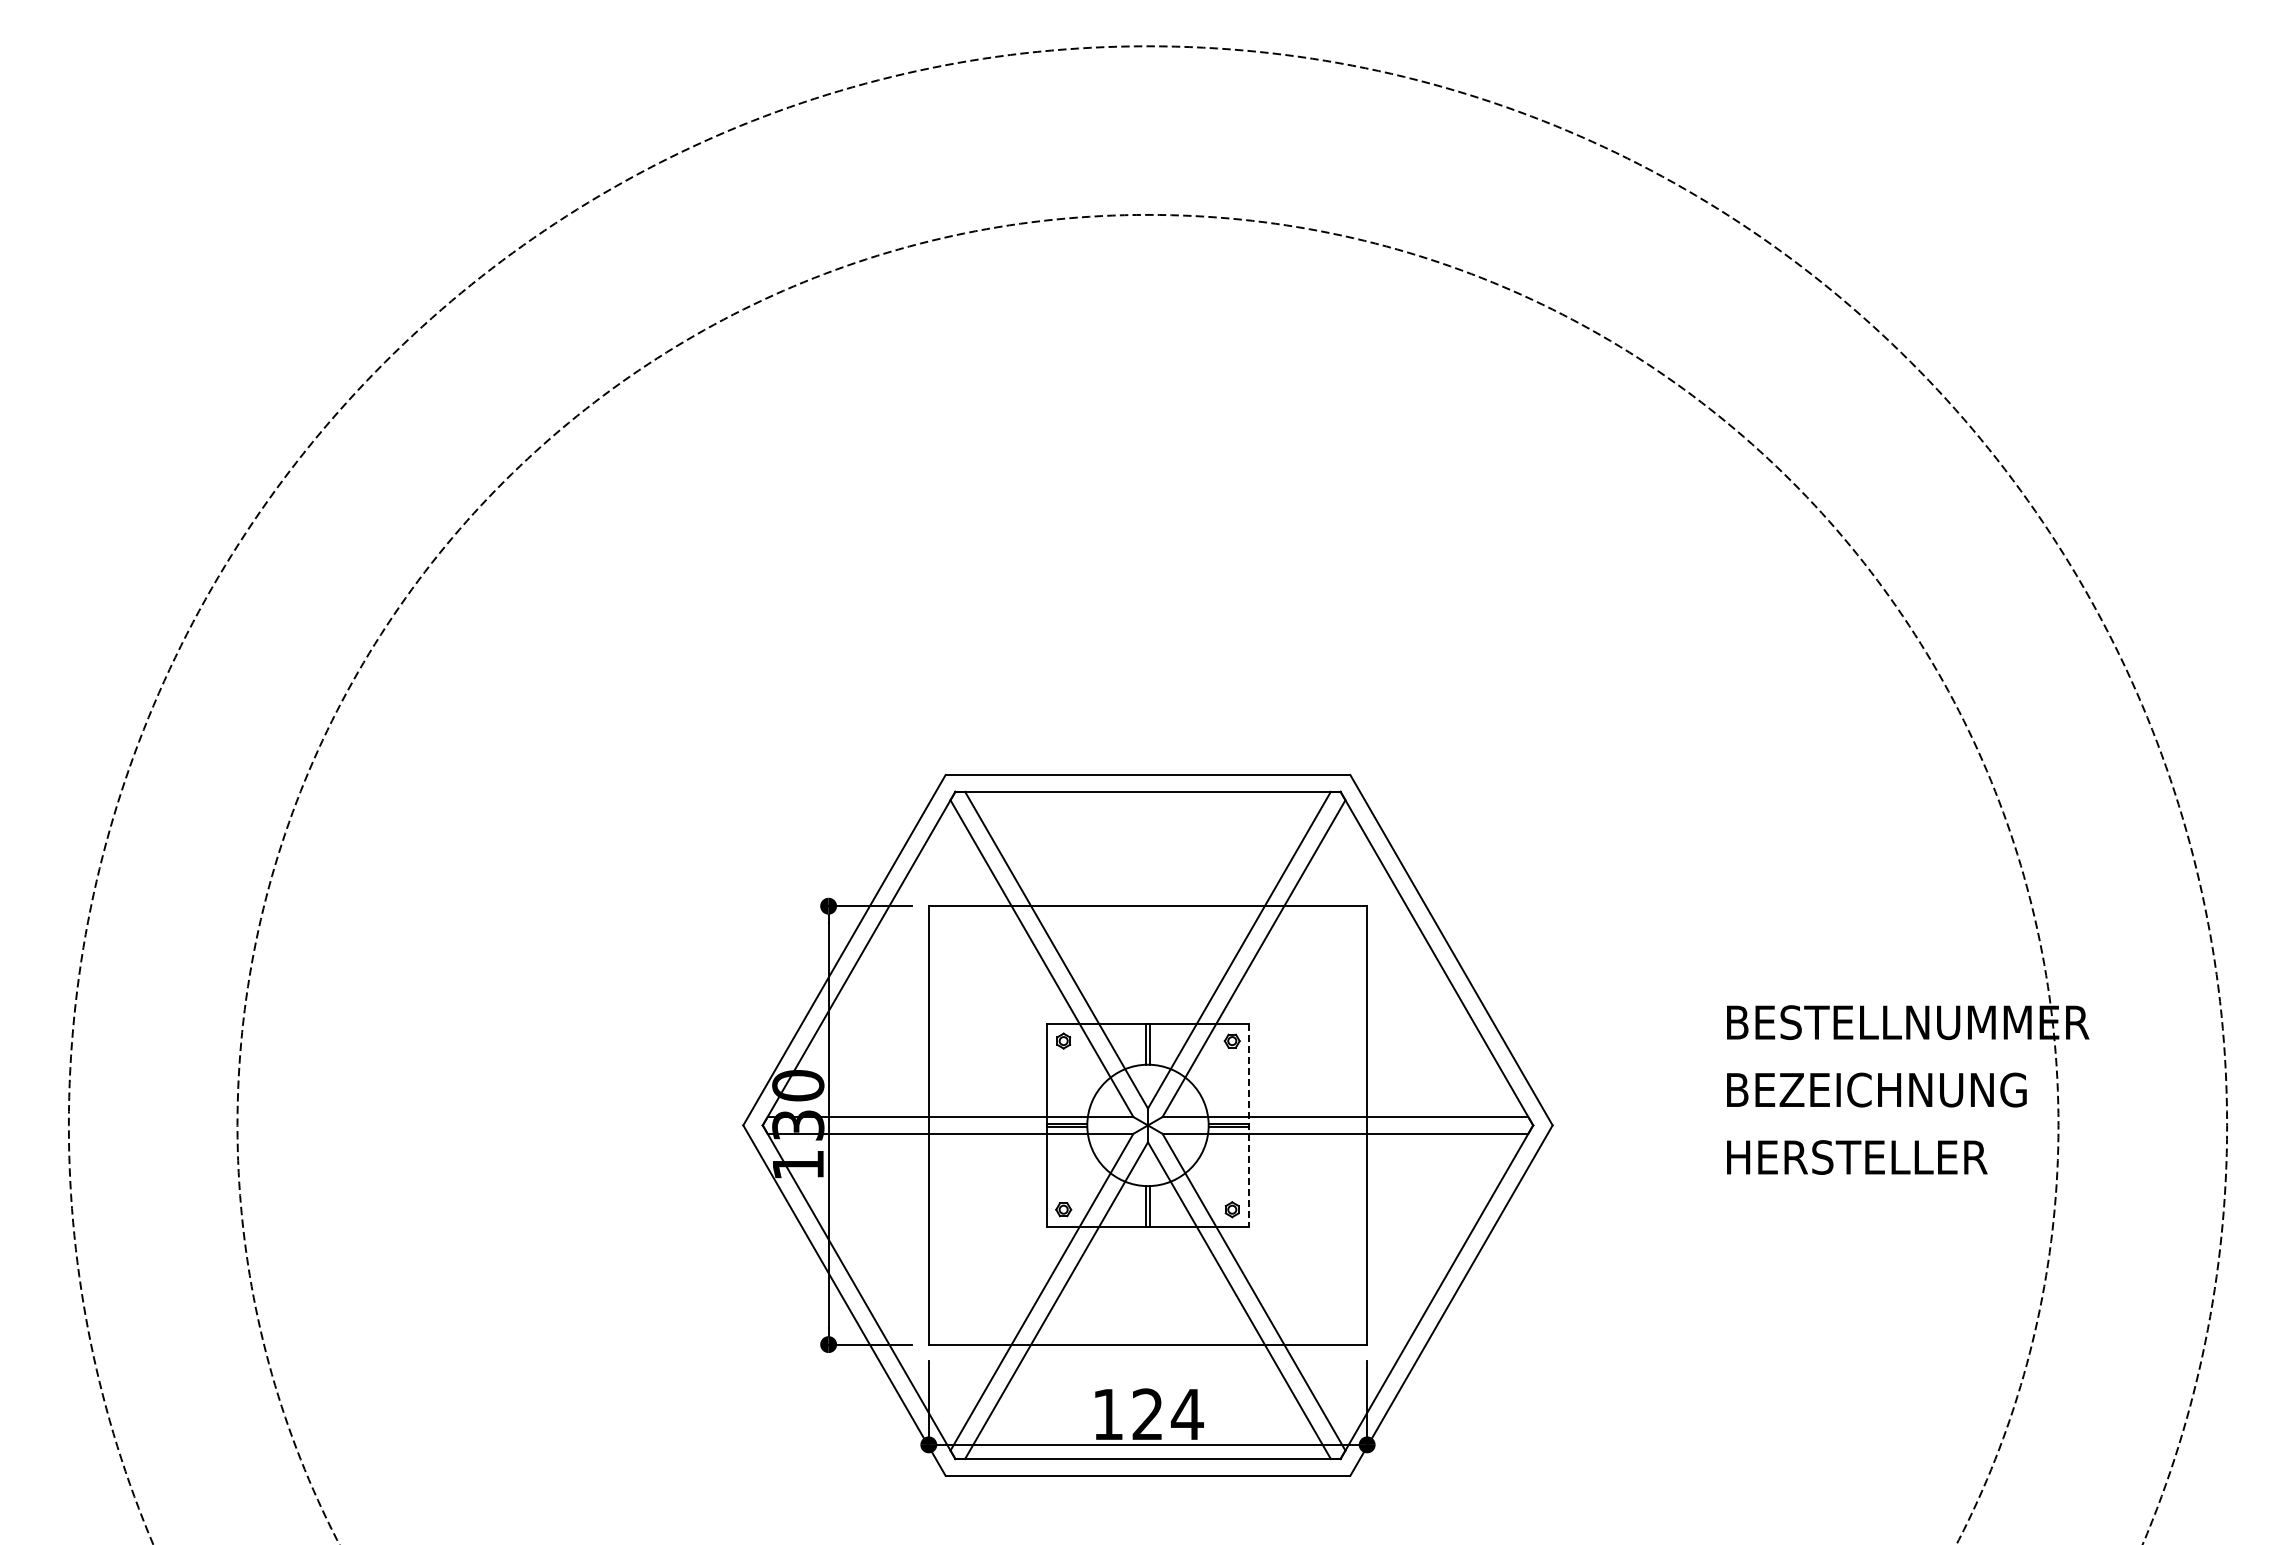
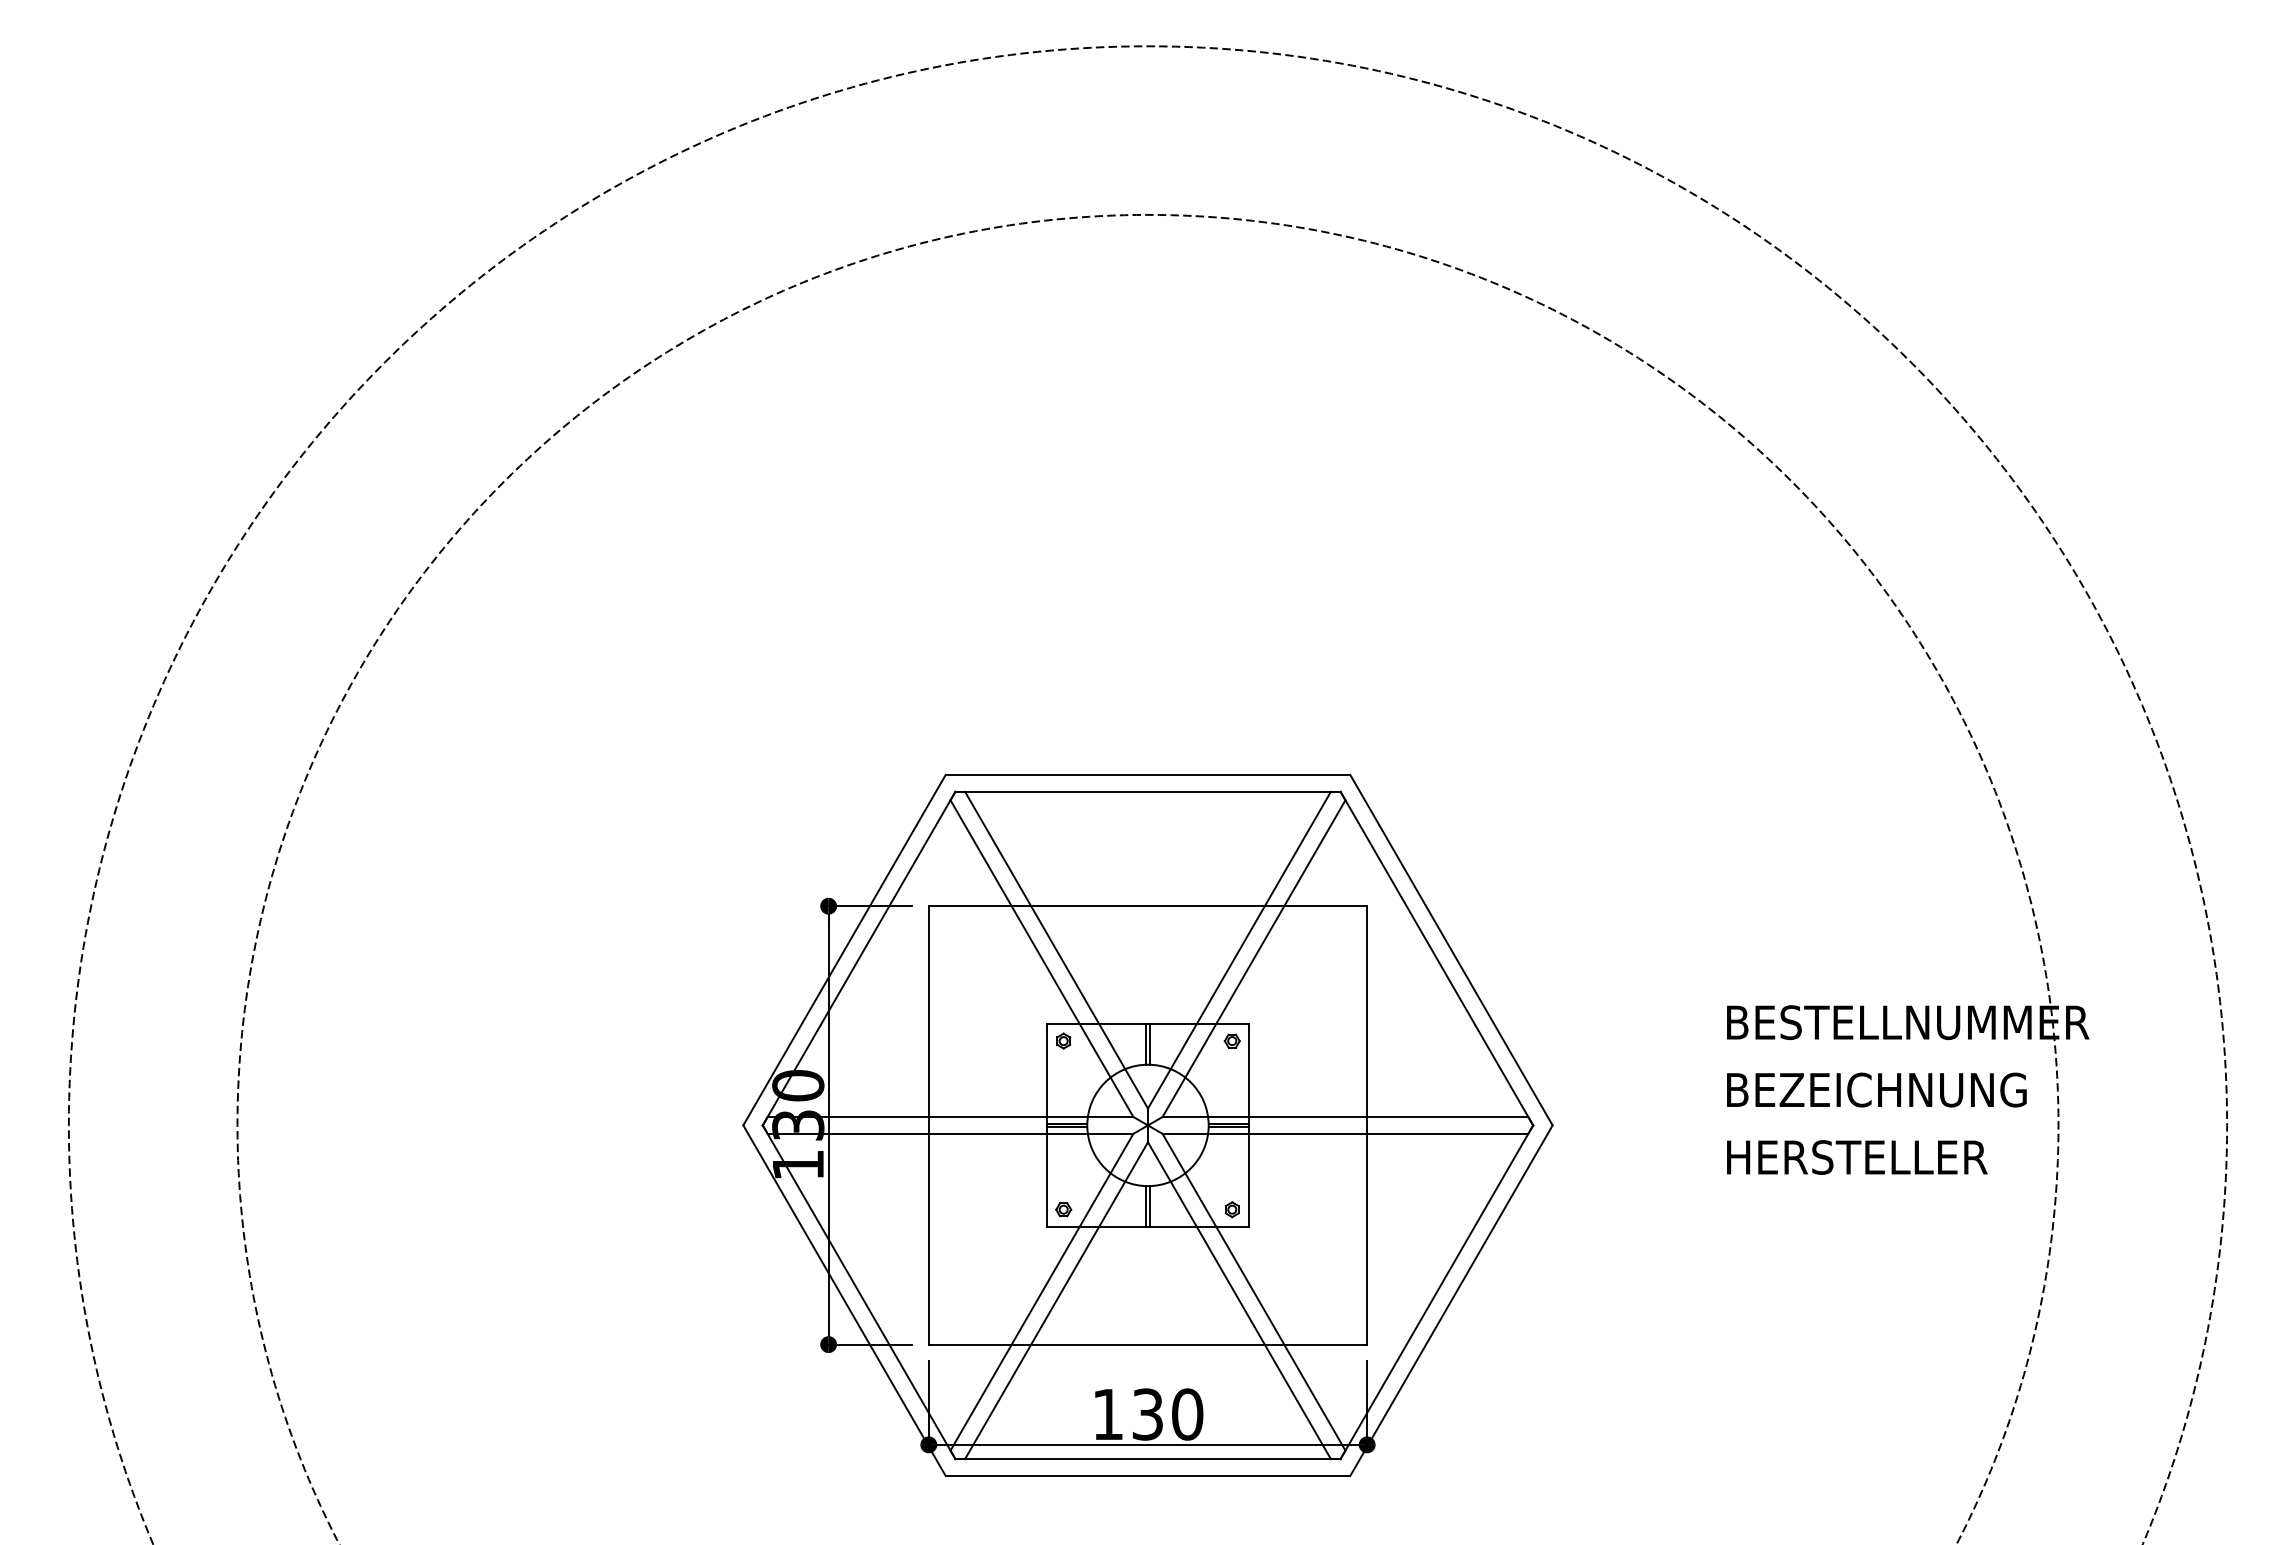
line at (1249, 1125): dashed -> solid
text at (1167, 1414): 124 -> 130
